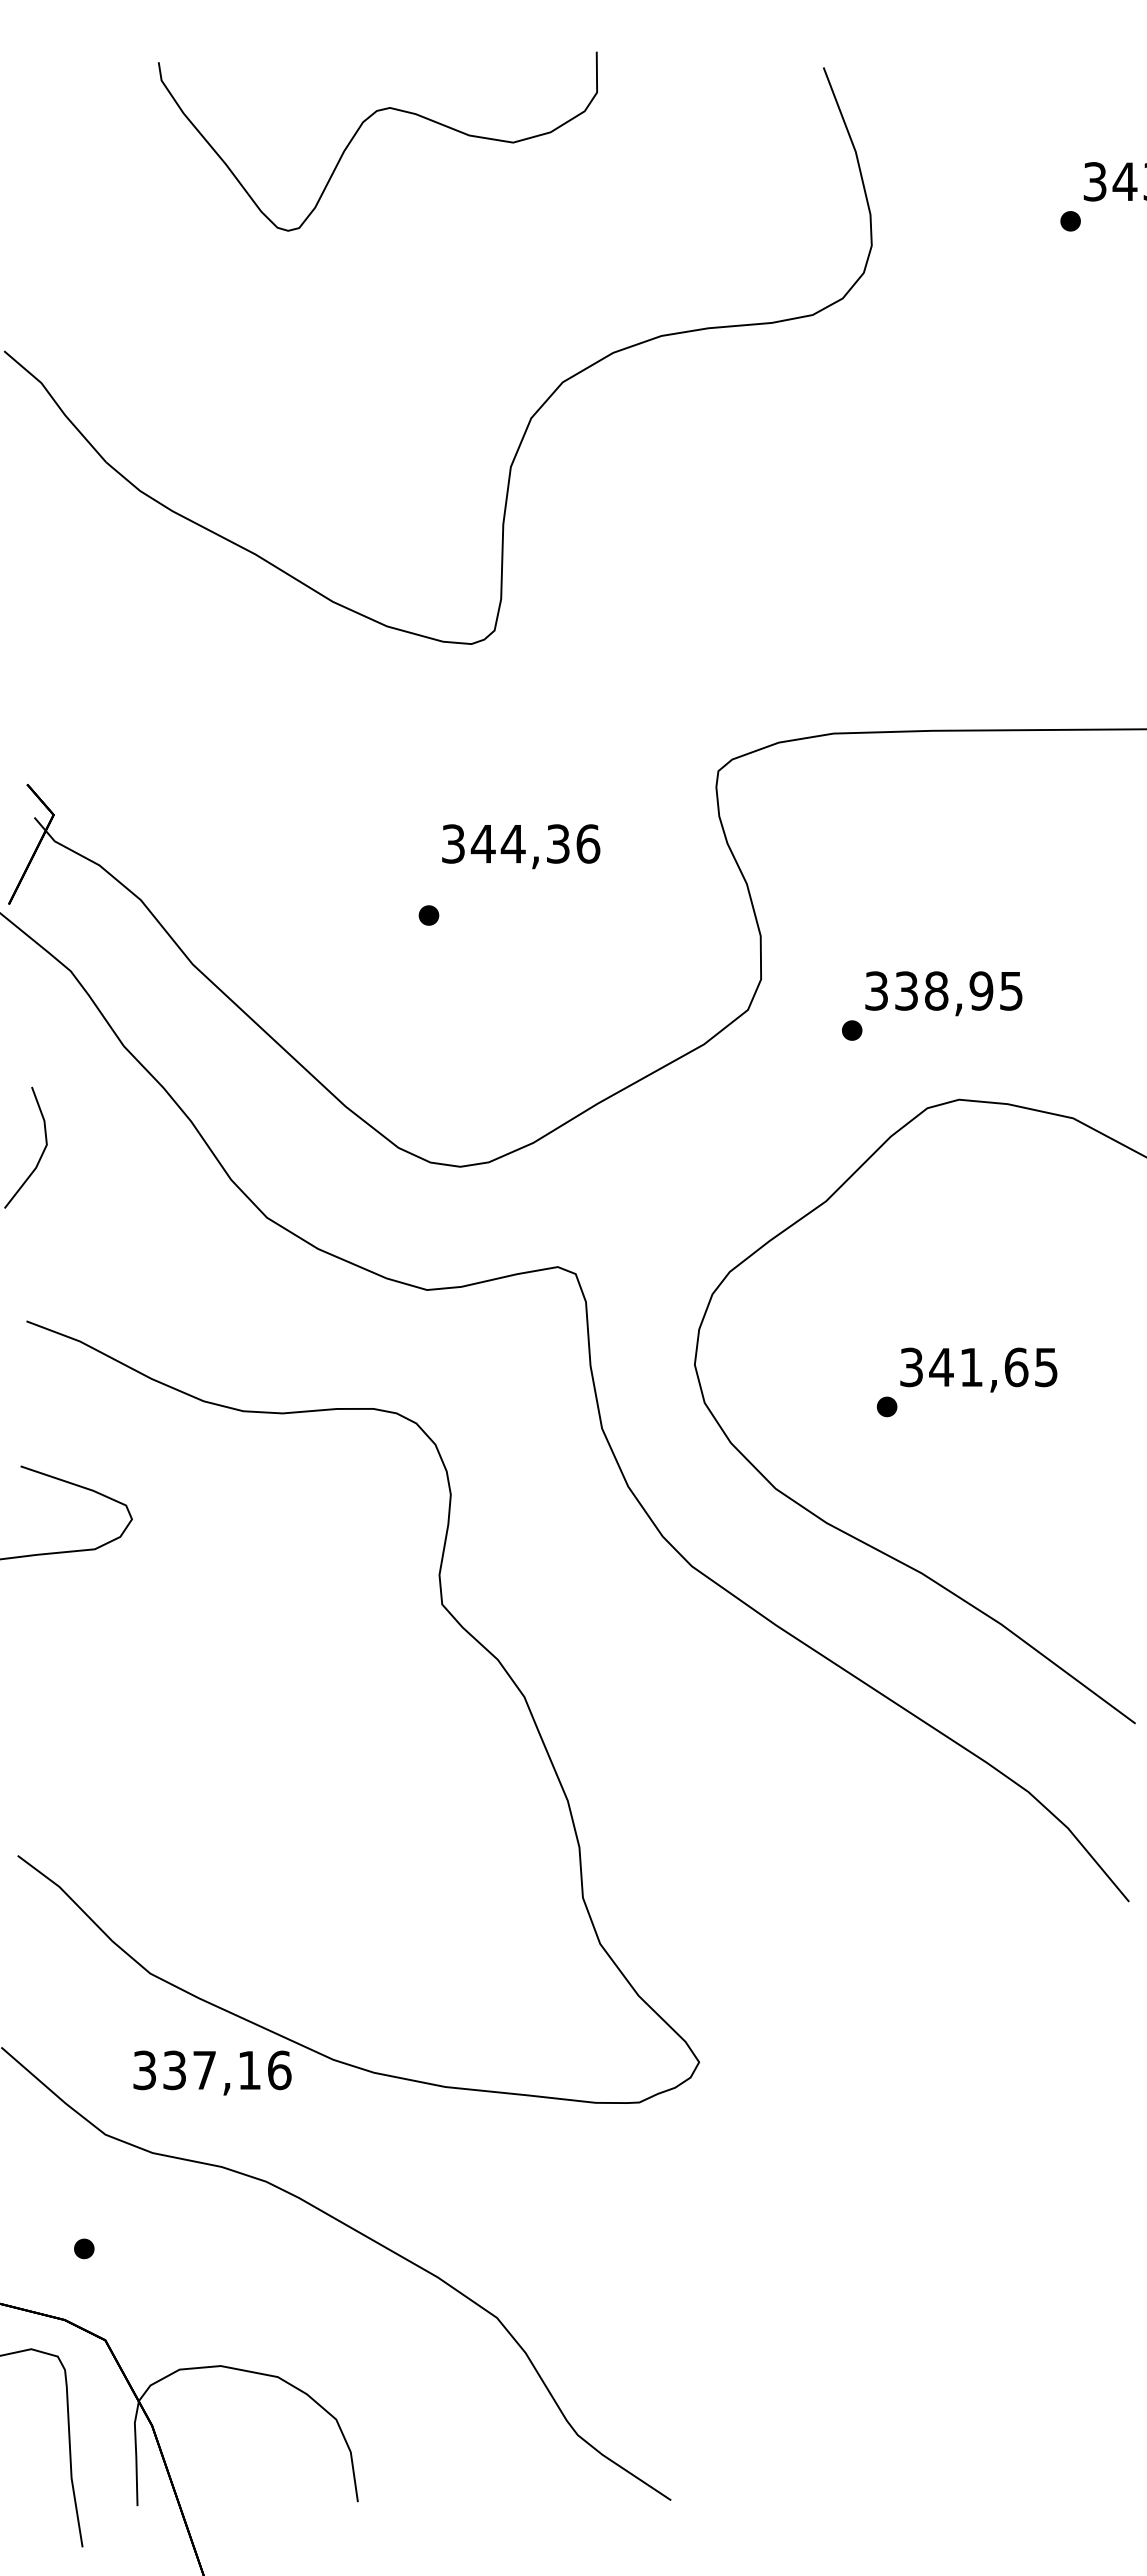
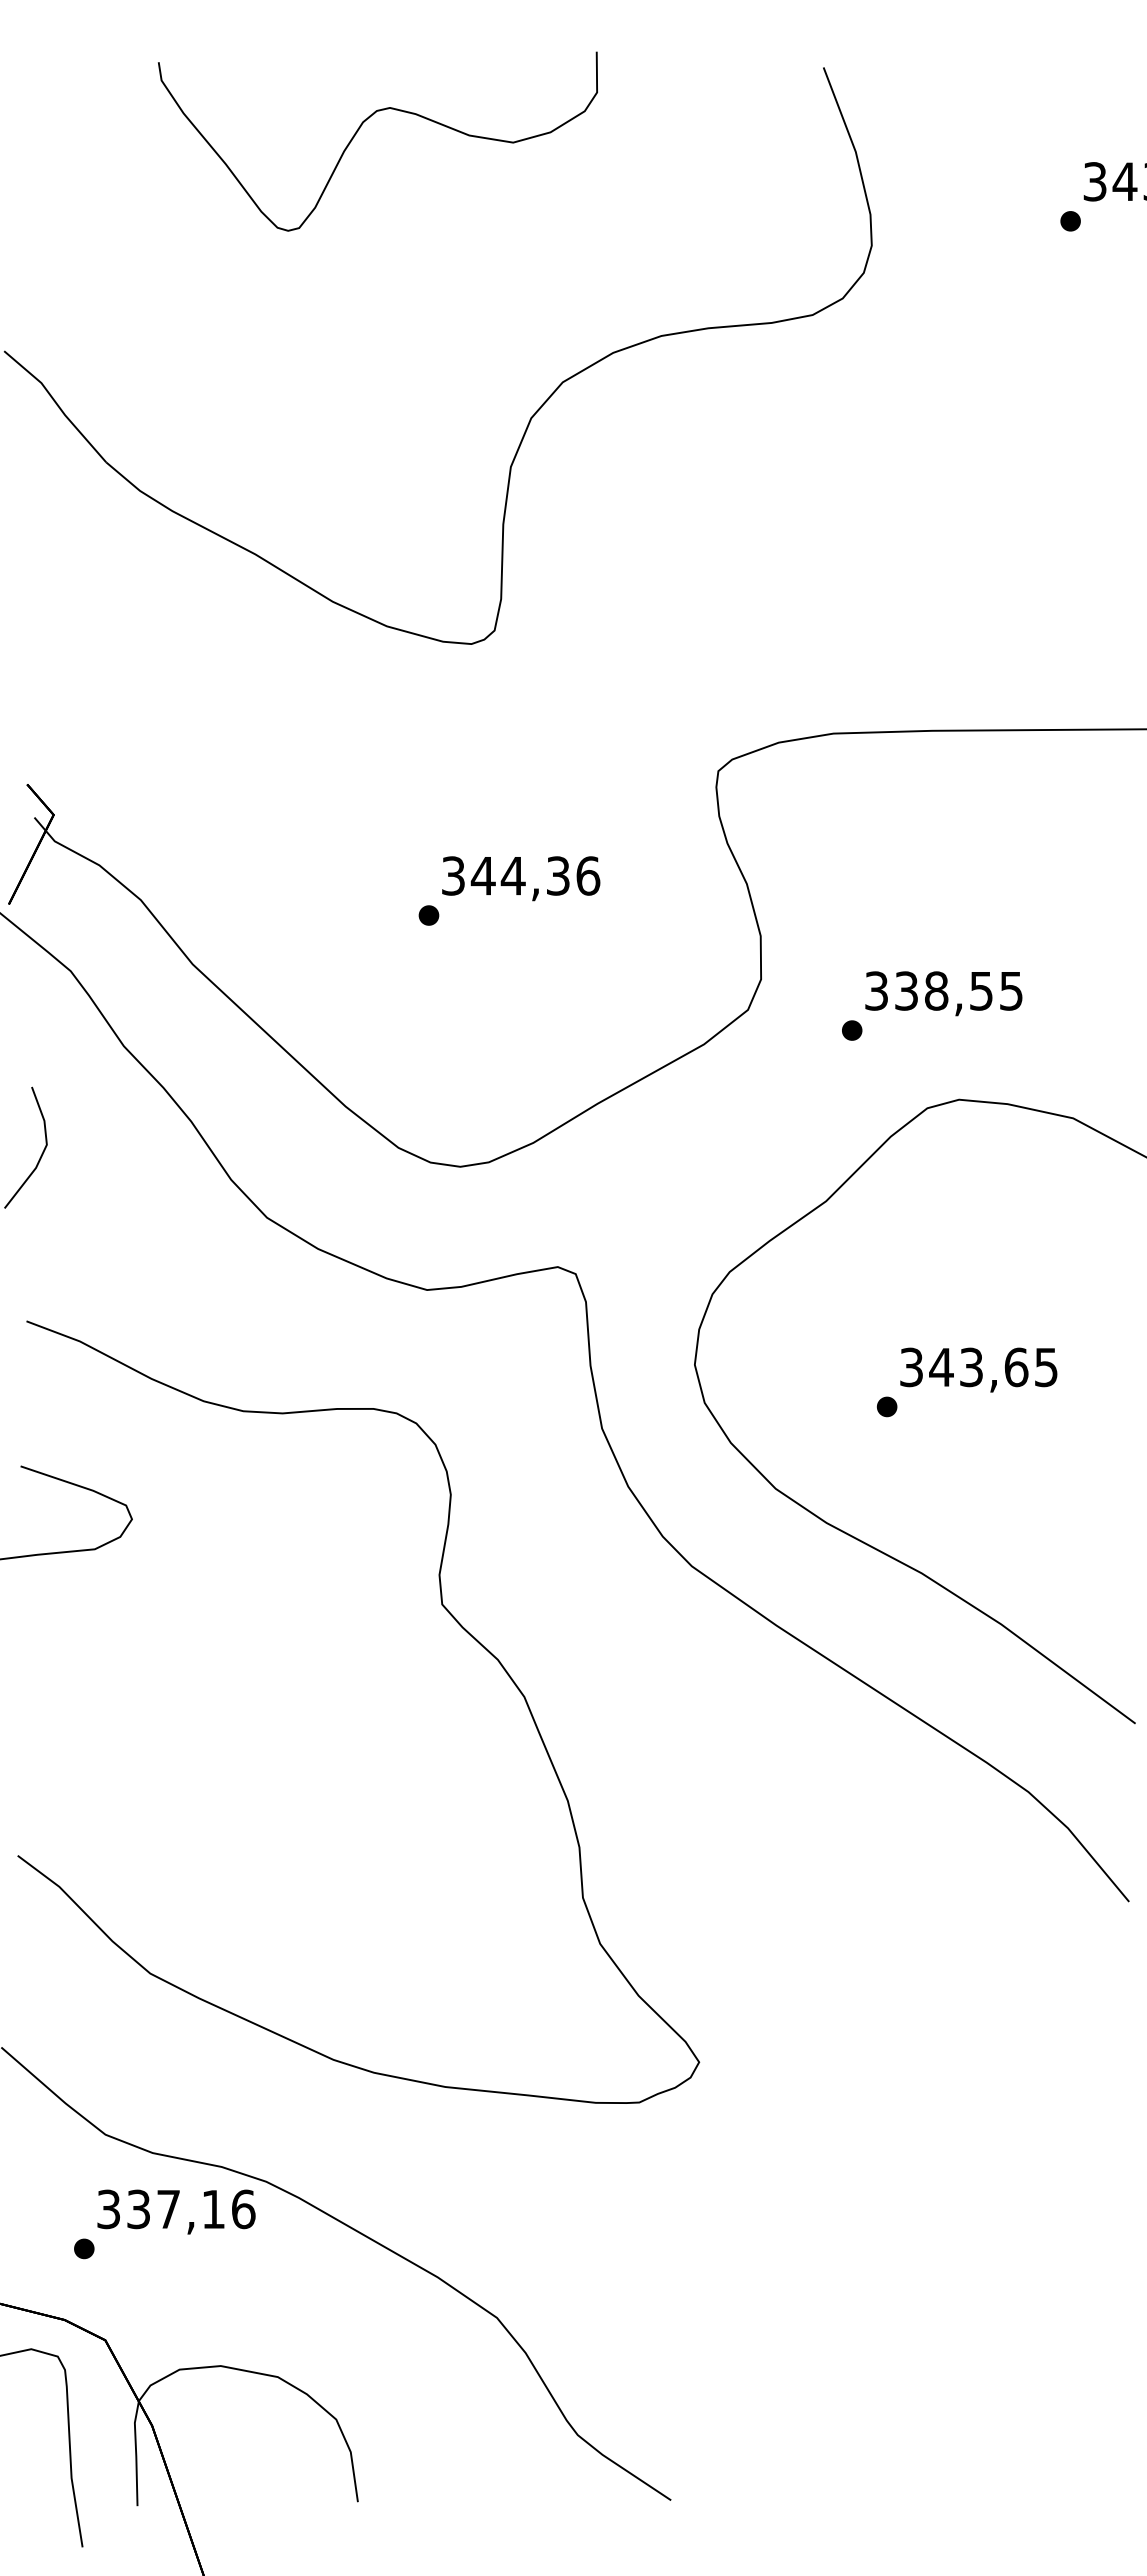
text at (521, 846) position: (521, 846) -> (521, 878)
text at (981, 990): 338,95 -> 338,55
text at (971, 1367): 341,65 -> 343,65
text at (212, 2072) position: (212, 2072) -> (176, 2211)
